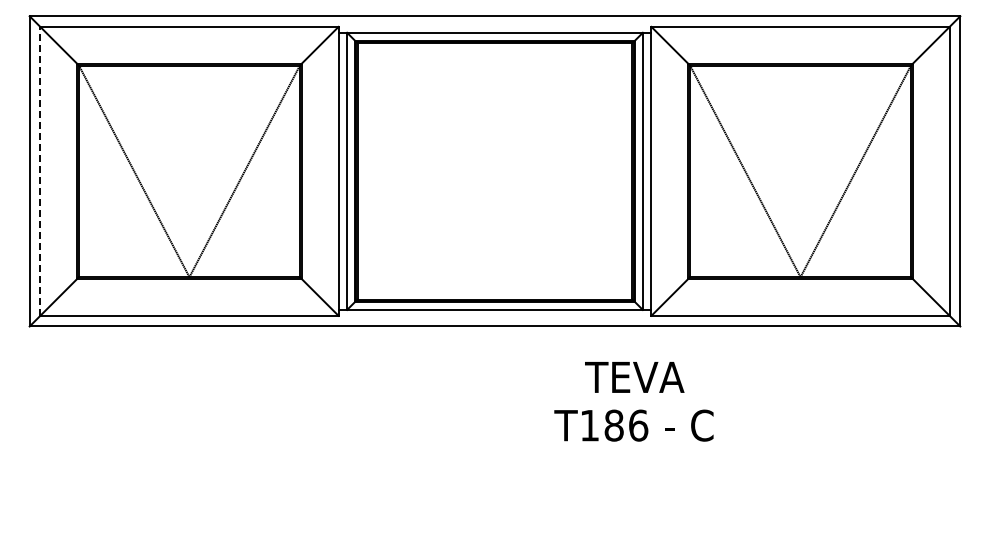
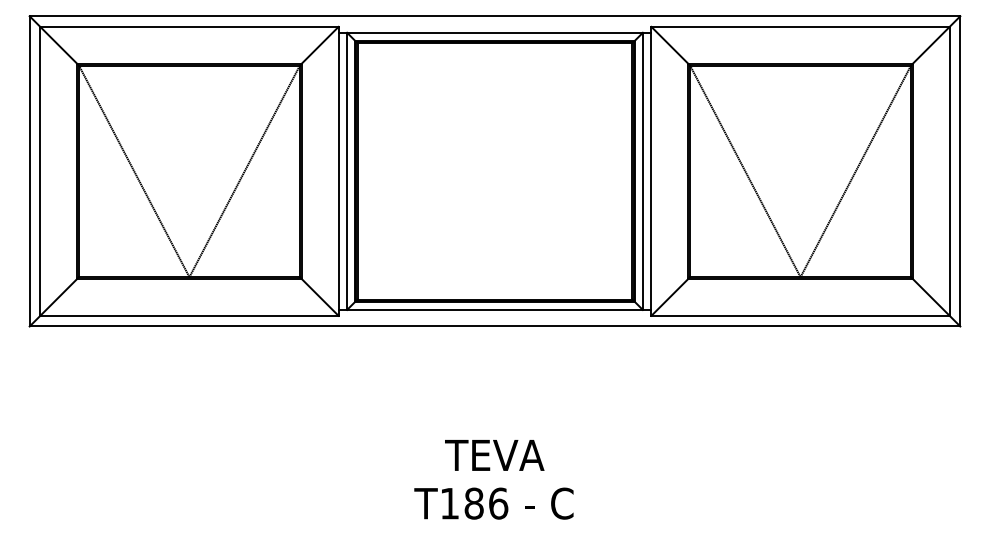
line at (40, 170): dashed -> solid
text at (633, 401) position: (633, 401) -> (493, 479)
